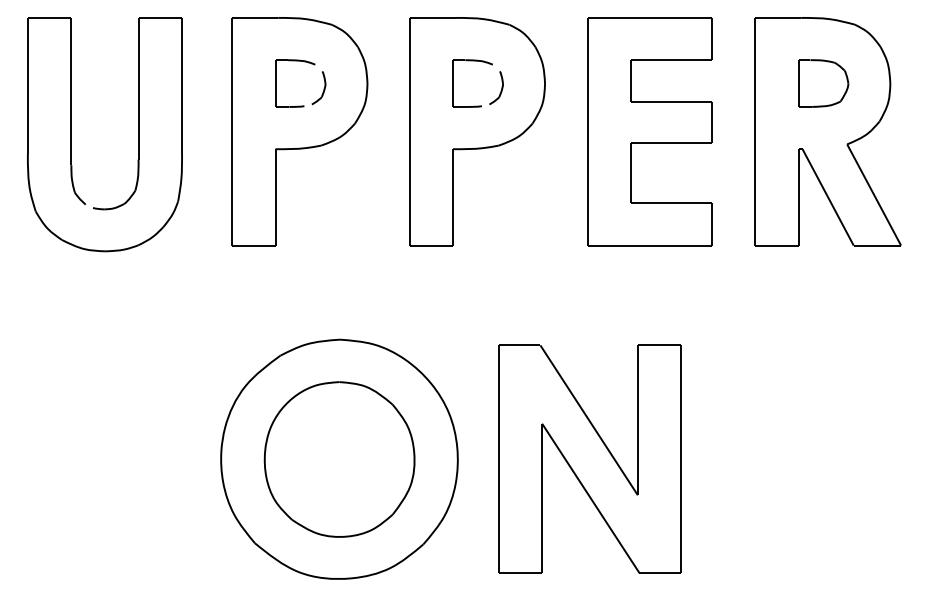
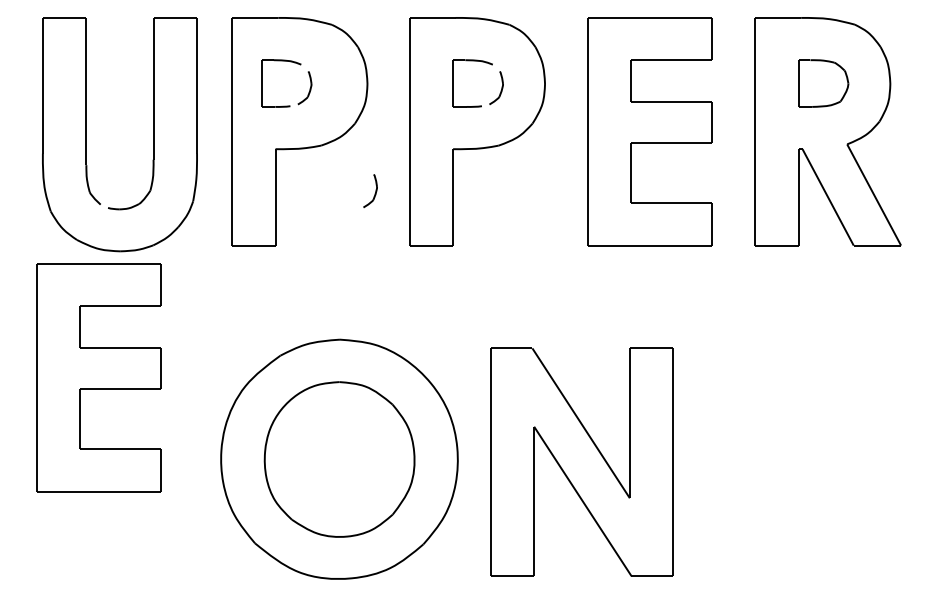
part at (304, 62) position: (304, 62) -> (290, 62)
part at (71, 134) position: (71, 134) -> (86, 134)
part at (370, 191): none -> present
part at (98, 377): none -> present
part at (589, 458) position: (589, 458) -> (581, 461)
